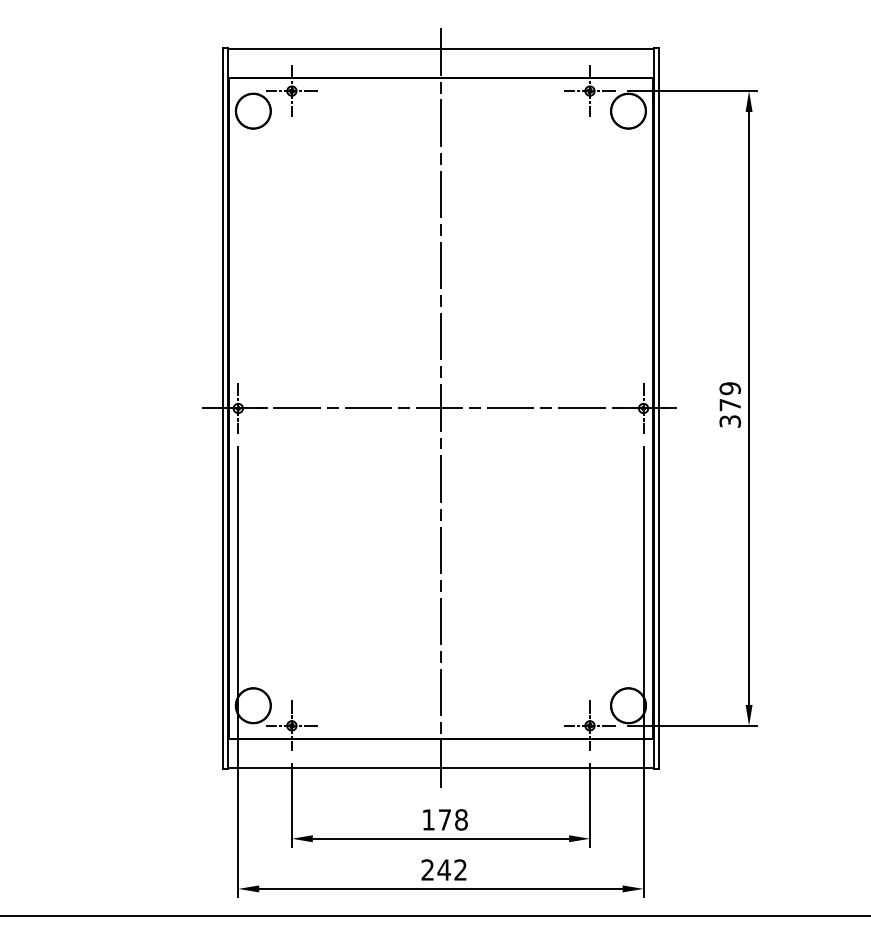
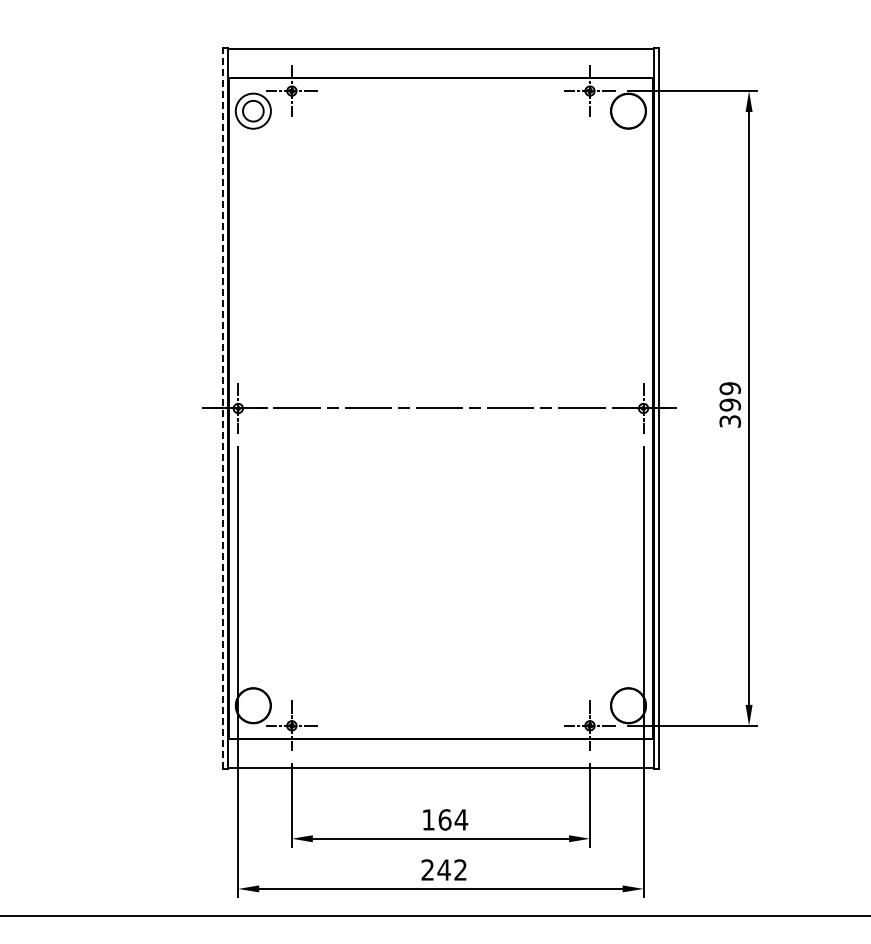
circle at (253, 110) diameter: 34 px -> 21 px
text at (730, 404): 379 -> 399
line at (223, 407): solid -> dashed
line at (440, 408): present -> none
text at (453, 819): 178 -> 164
